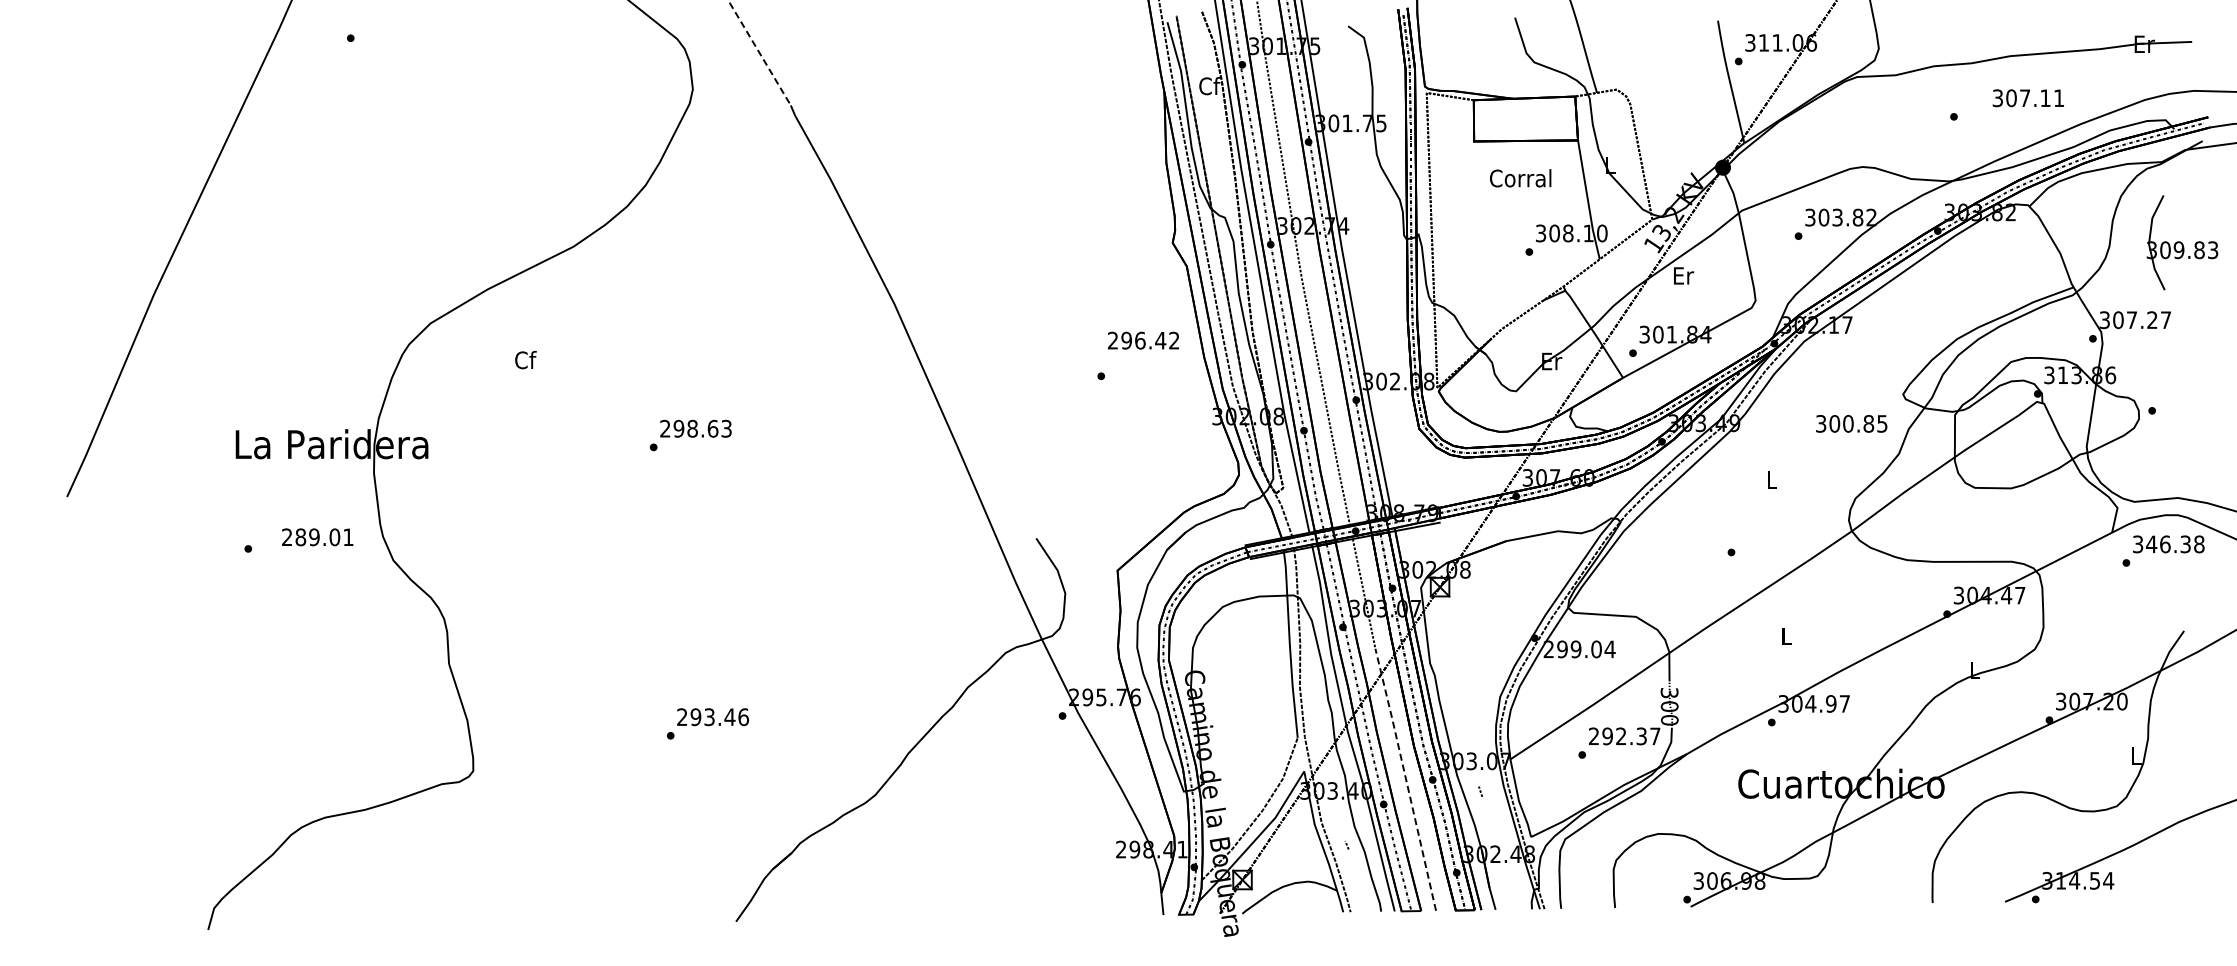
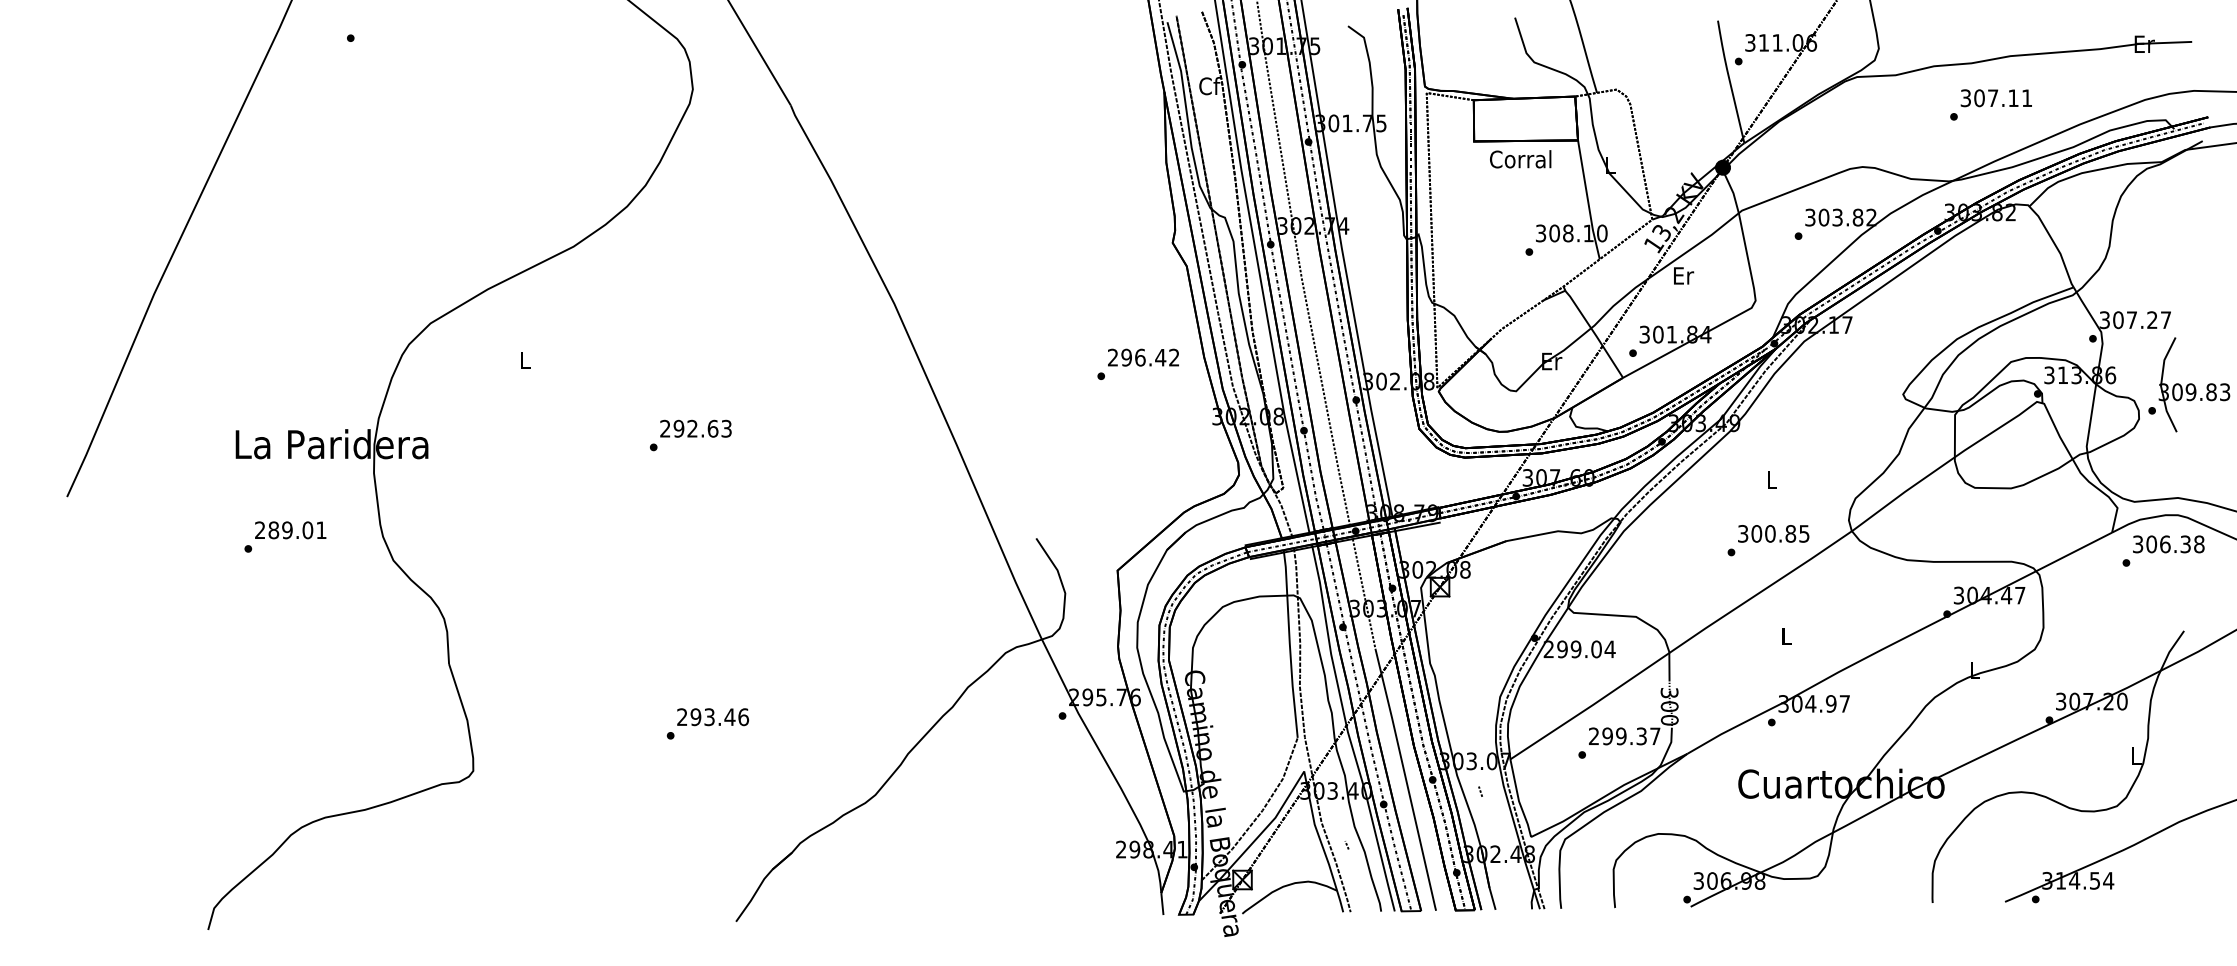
line at (759, 53): dashed -> solid
text at (2027, 98) position: (2027, 98) -> (1995, 98)
text at (1520, 178) position: (1520, 178) -> (1520, 159)
part at (2182, 242) position: (2182, 242) -> (2194, 384)
text at (1143, 340) position: (1143, 340) -> (1143, 357)
text at (525, 360): Cf -> L
text at (1851, 423) position: (1851, 423) -> (1773, 533)
text at (692, 428): 298.63 -> 292.63
text at (317, 537) position: (317, 537) -> (290, 530)
text at (2151, 544): 346.38 -> 306.38
text at (1621, 736): 292.37 -> 299.37
line at (1406, 779): dashed -> solid
